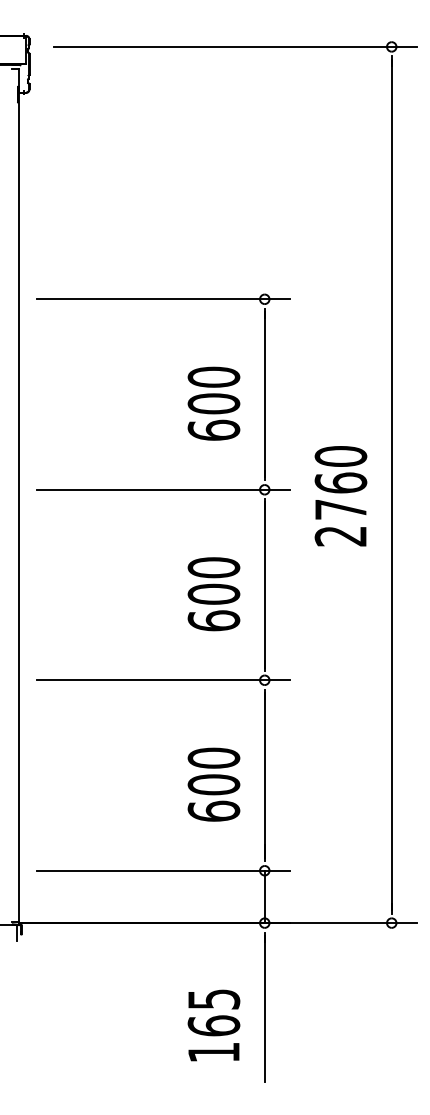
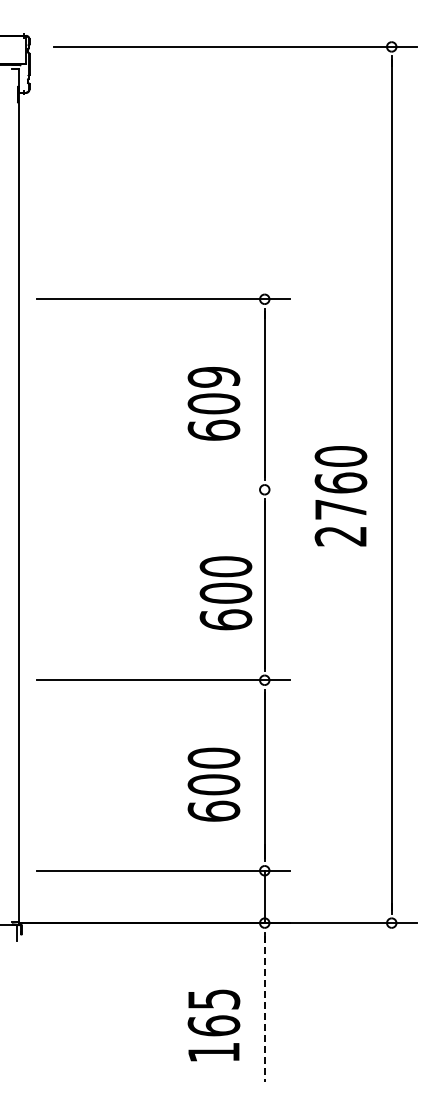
text at (214, 376): 600 -> 609
line at (163, 489): present -> none
text at (213, 594) position: (213, 594) -> (225, 593)
line at (264, 1008): solid -> dashed
